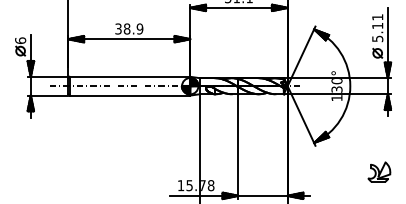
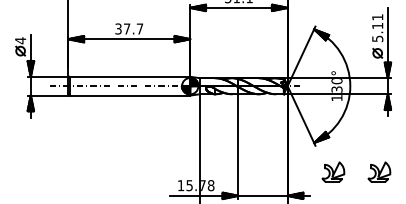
text at (133, 28): 38.9 -> 37.7
text at (20, 40): 6 -> 4
part at (333, 171): none -> present
